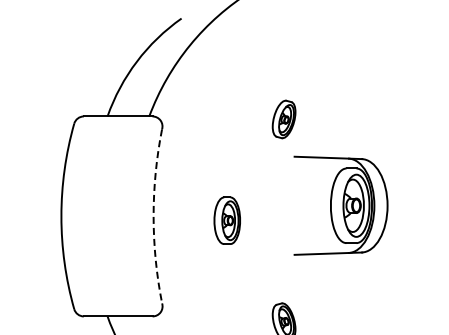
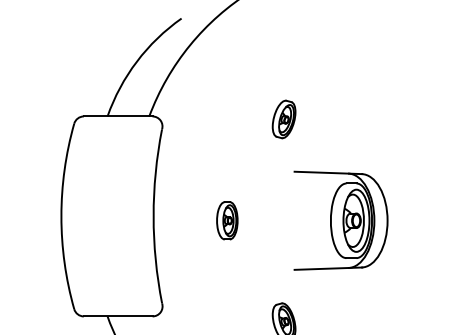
part at (340, 205) position: (340, 205) -> (340, 220)
arc at (153, 216): dashed -> solid
part at (226, 220) size: 28x49 px -> 23x40 px
